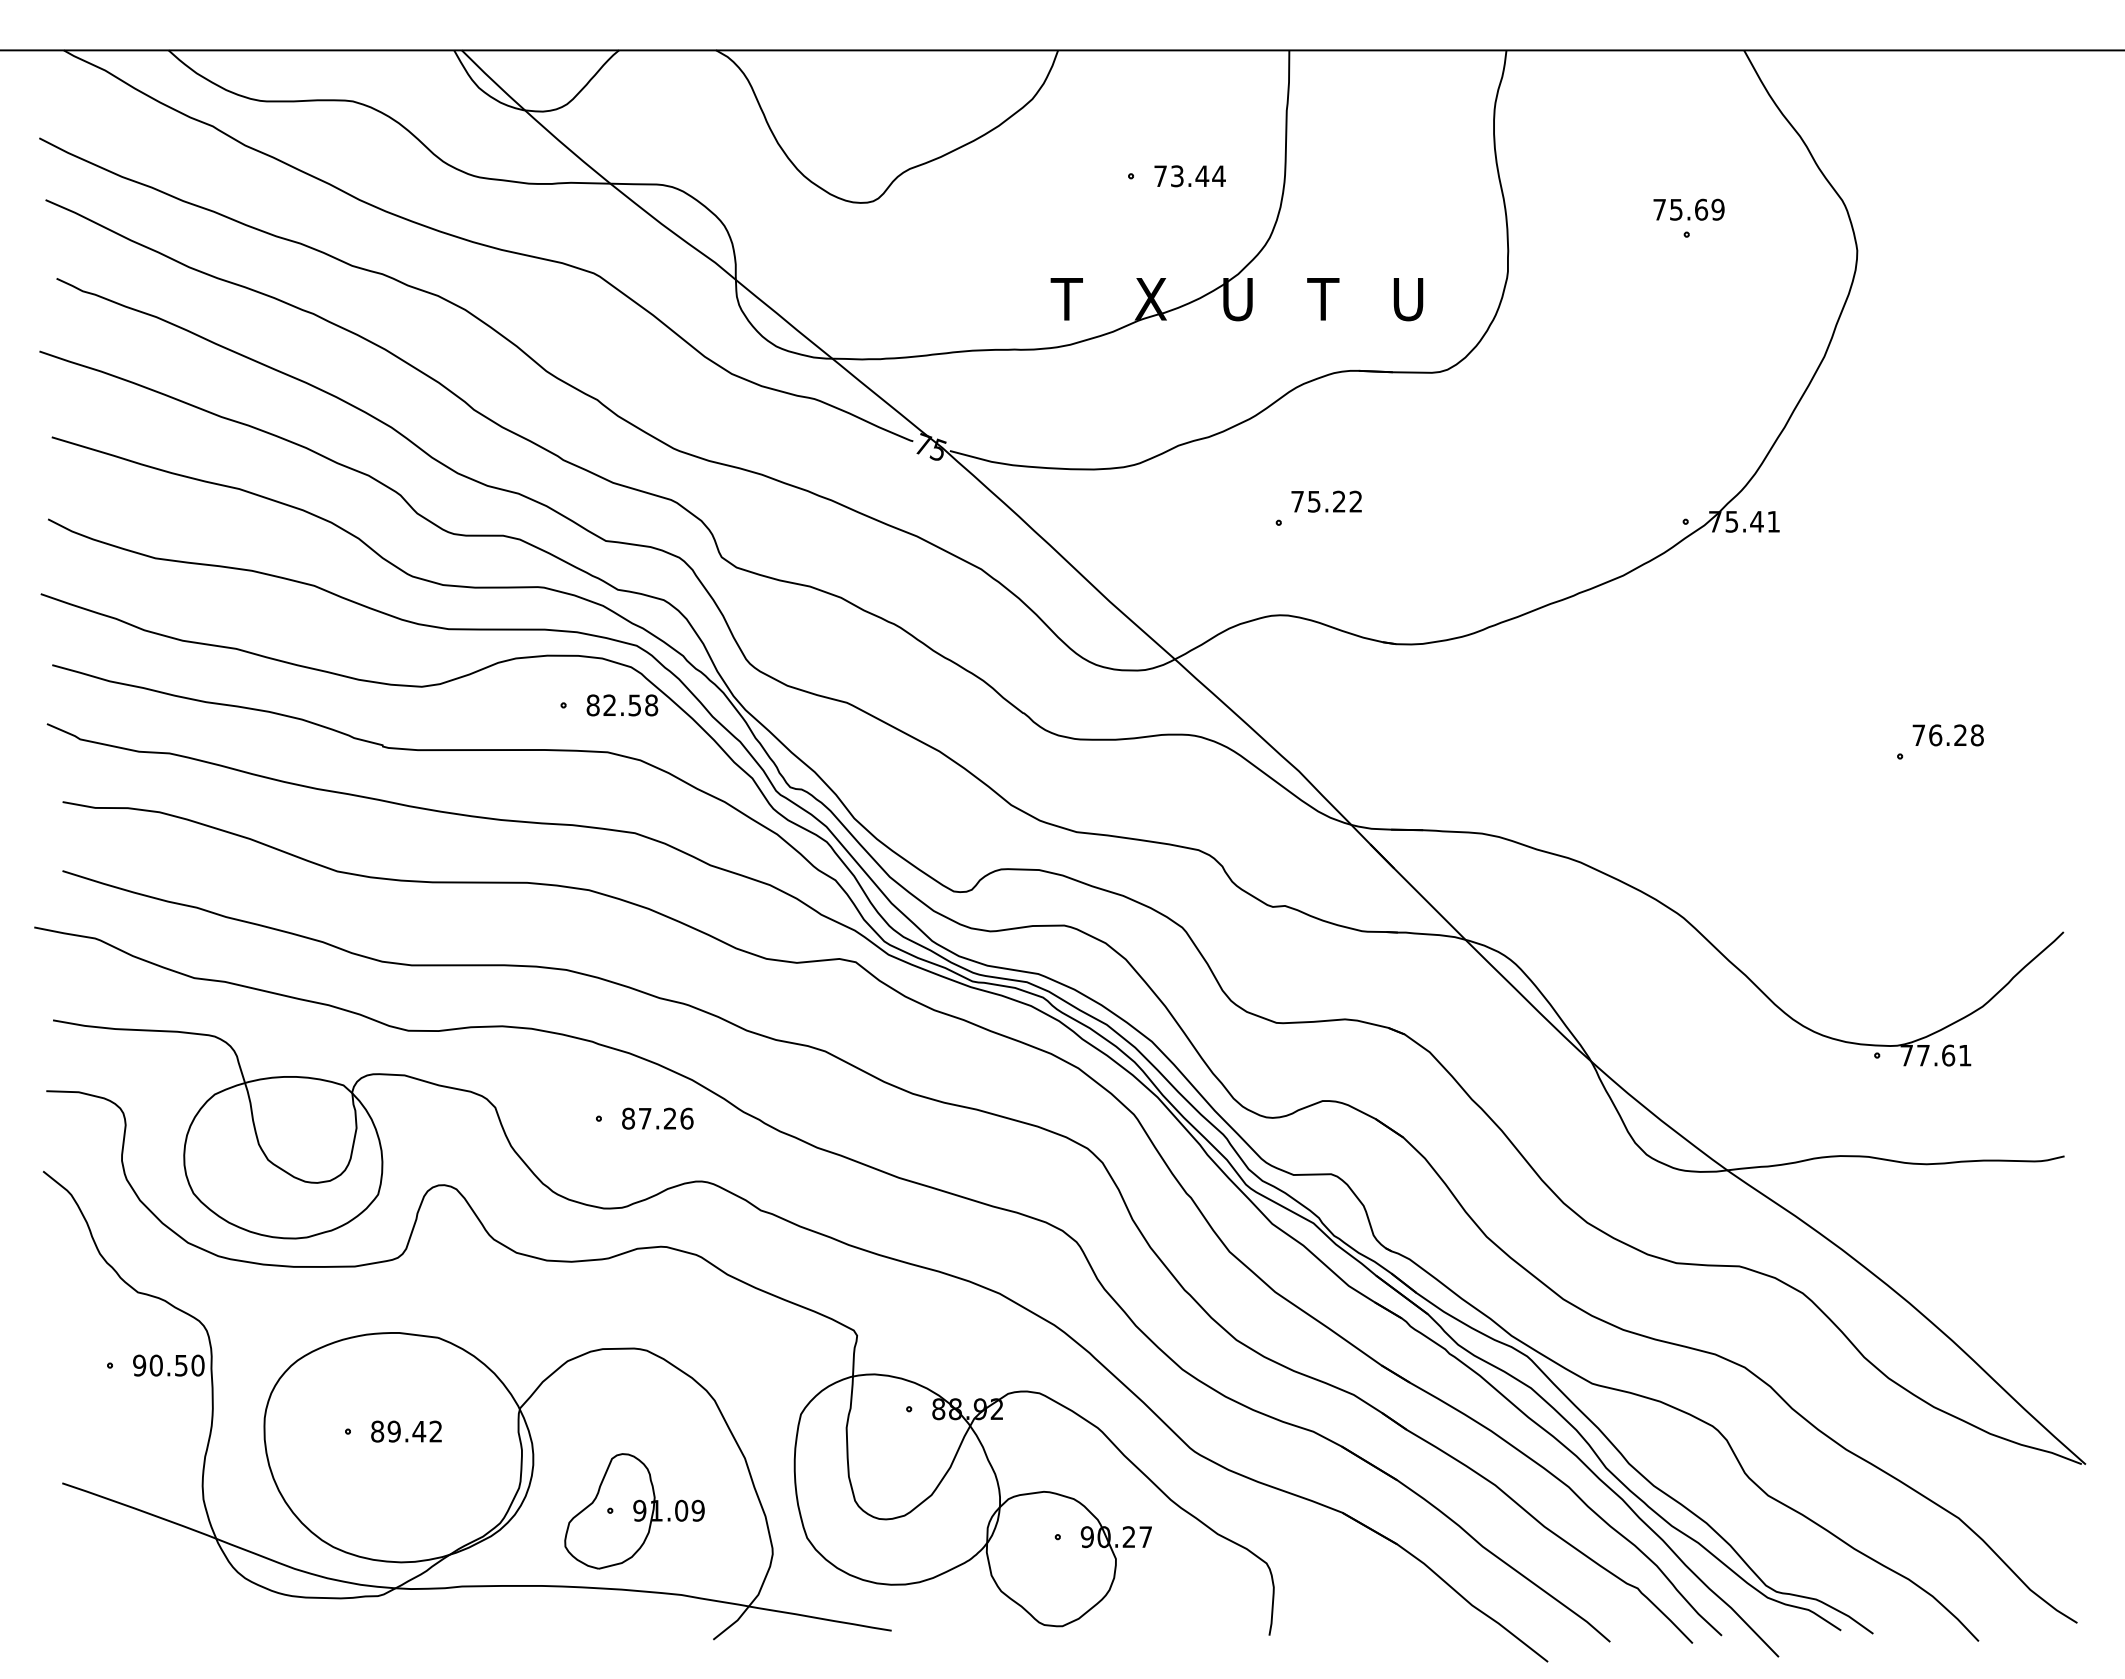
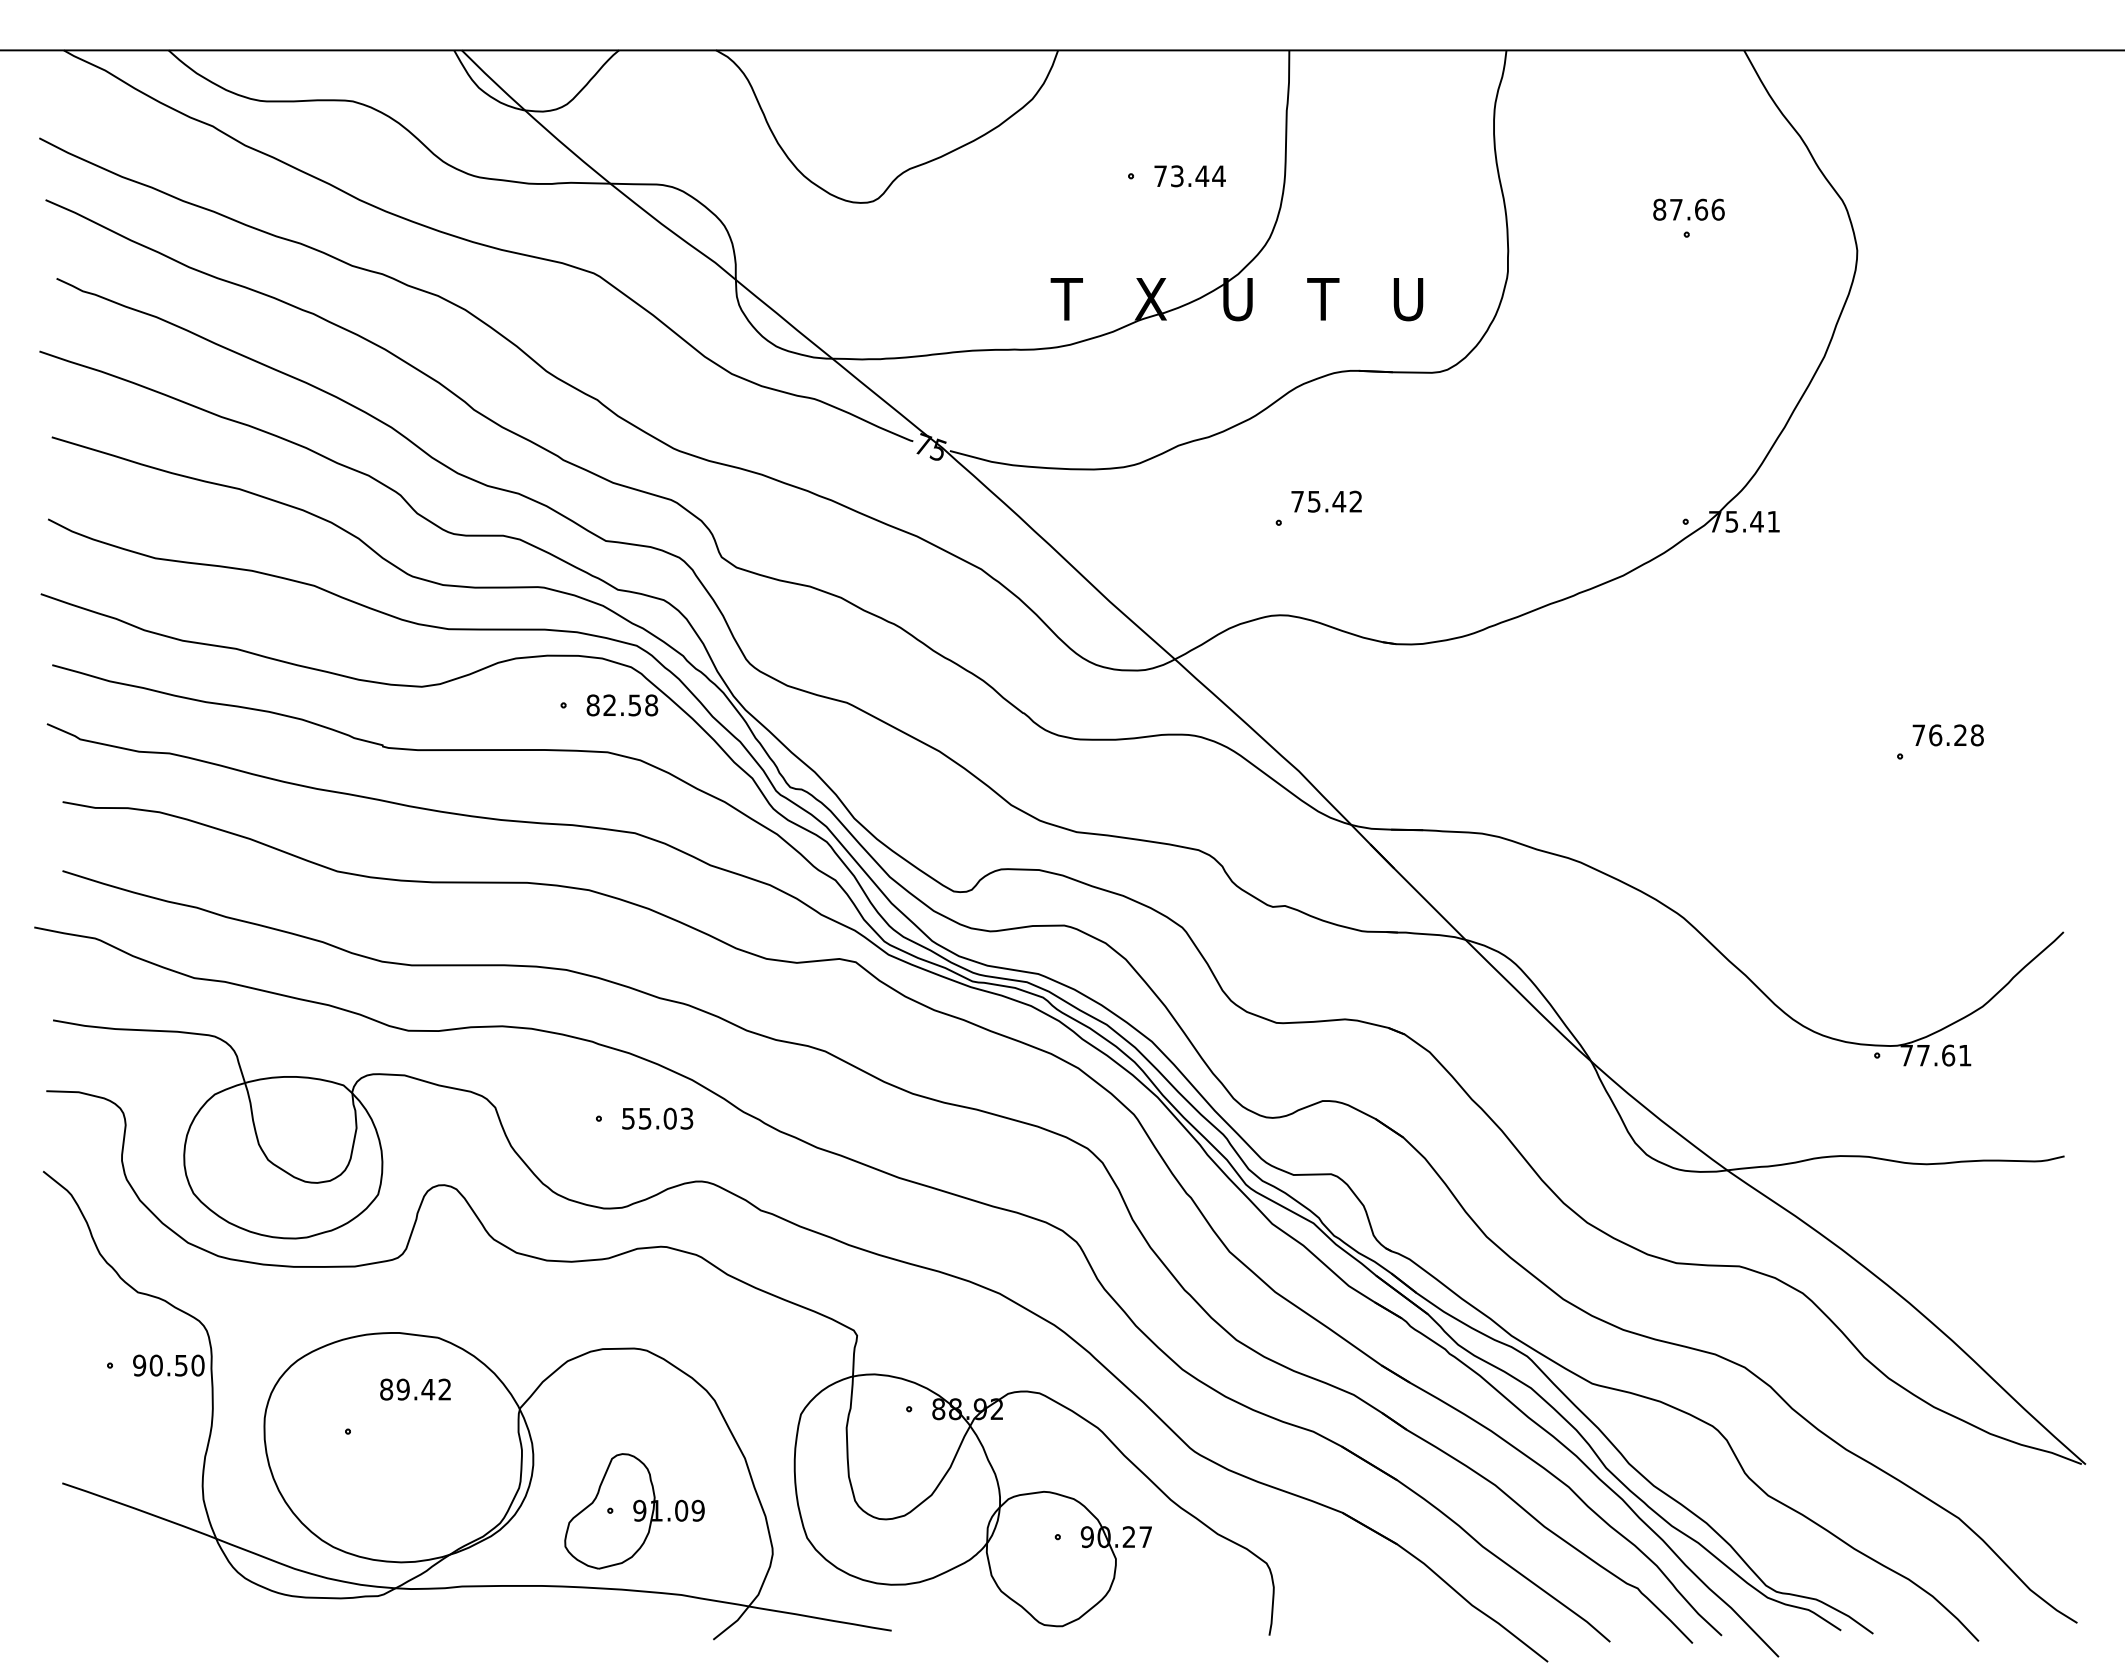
text at (1688, 209): 75.69 -> 87.66
text at (1339, 501): 75.22 -> 75.42
text at (657, 1118): 87.26 -> 55.03
text at (406, 1431) position: (406, 1431) -> (415, 1389)
